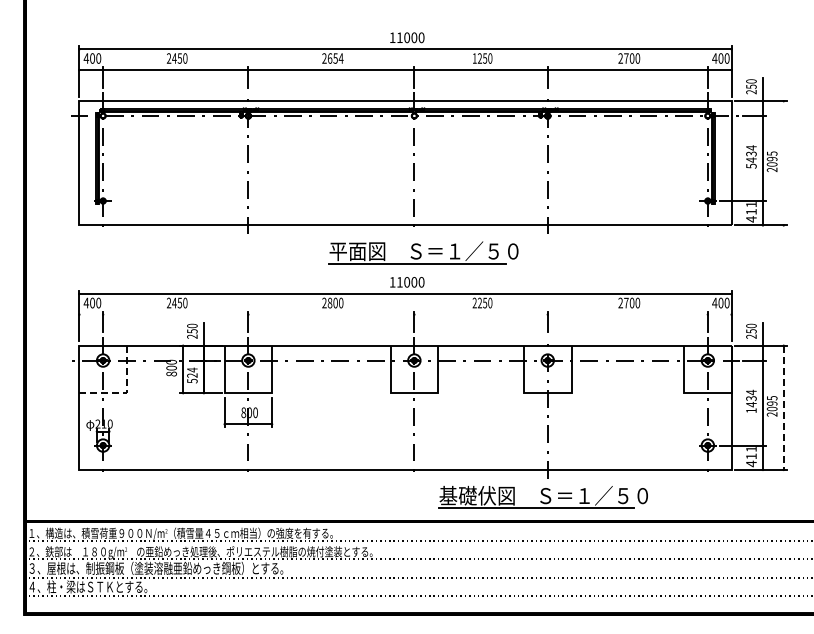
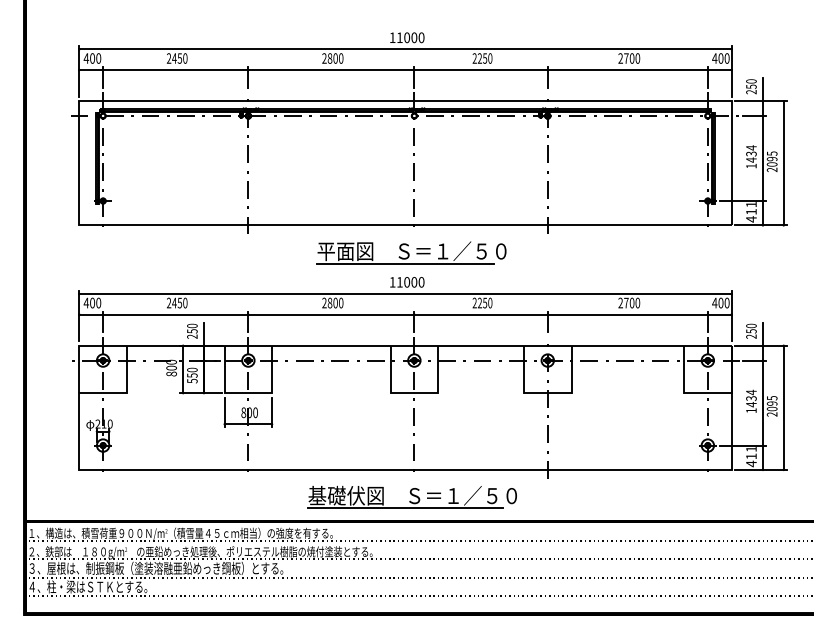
text at (335, 58): 2654 -> 2800
text at (474, 58): 1250 -> 2250
line at (783, 163): none -> present
text at (751, 165): 5434 -> 1434
part at (423, 252) position: (423, 252) -> (411, 252)
line at (405, 314): none -> present
text at (192, 372): 524 -> 550
line at (126, 393): dashed -> solid
line at (783, 408): dashed -> solid
part at (542, 496) position: (542, 496) -> (411, 496)
